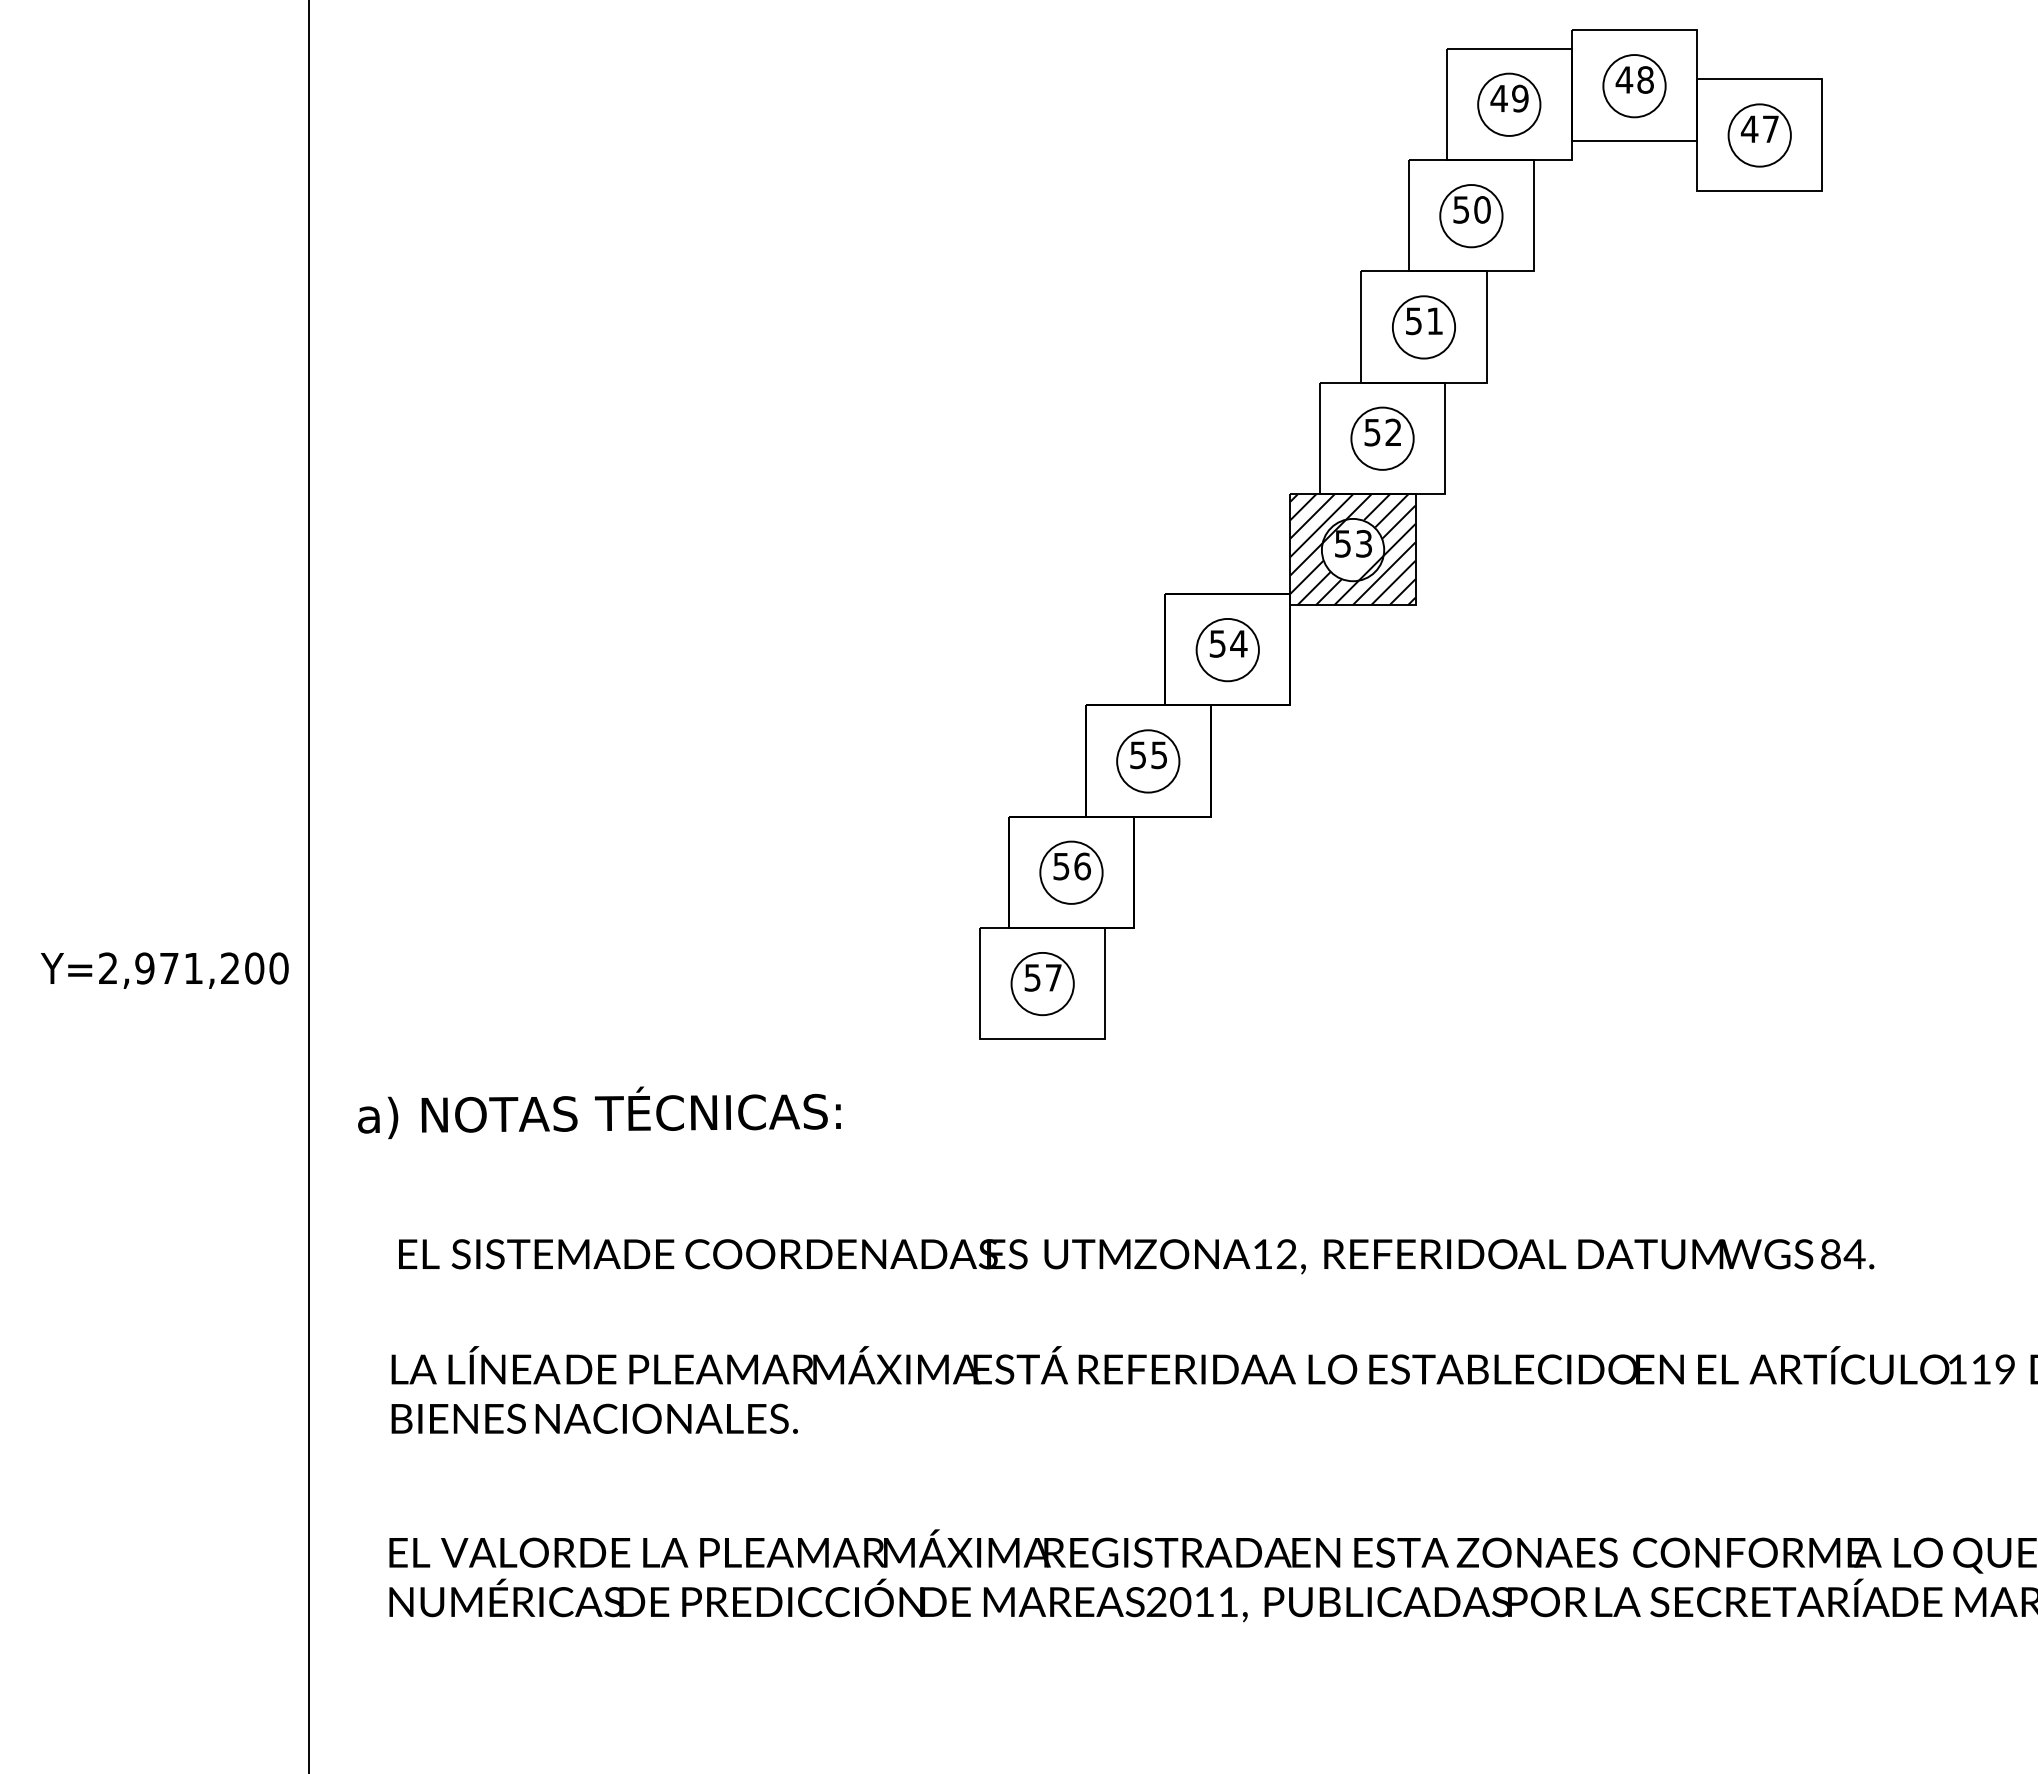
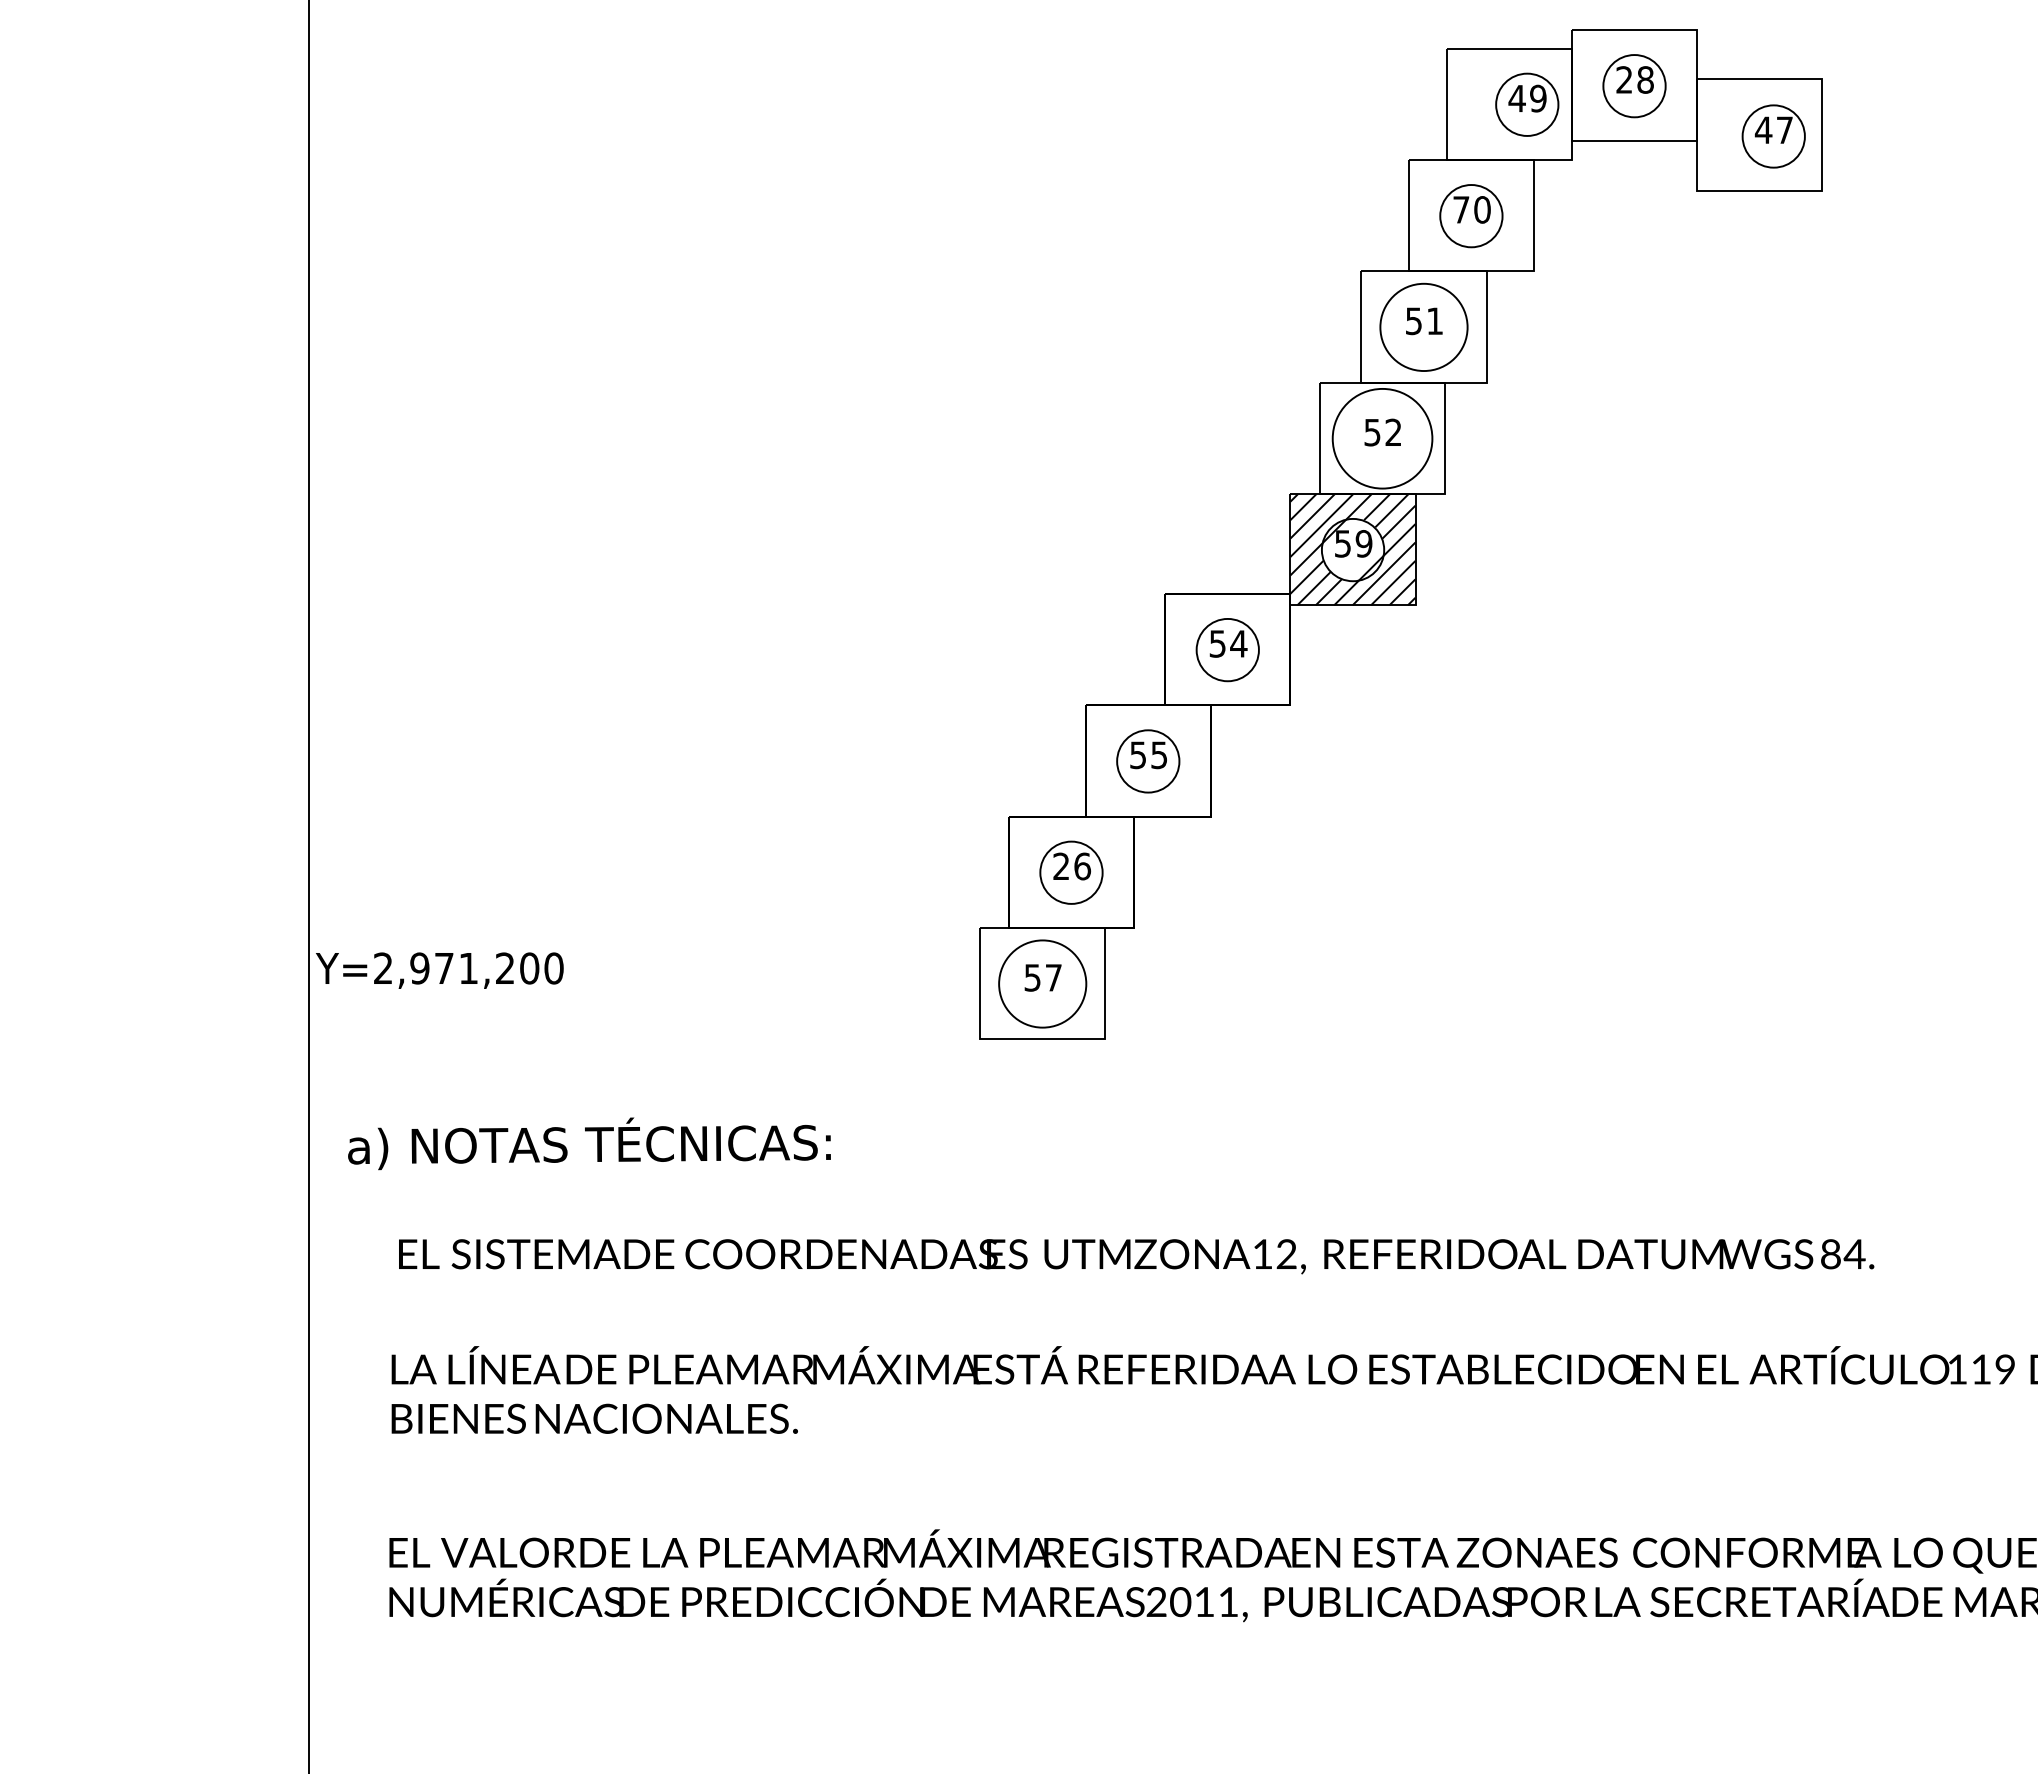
text at (1624, 79): 48 -> 28
part at (1509, 104) position: (1509, 104) -> (1527, 104)
part at (1759, 135) position: (1759, 135) -> (1773, 136)
text at (1461, 209): 50 -> 70
circle at (1423, 327) diameter: 62 px -> 87 px
circle at (1382, 438) diameter: 62 px -> 100 px
text at (1363, 543): 53 -> 59
text at (1061, 866): 56 -> 26
text at (164, 970) position: (164, 970) -> (439, 970)
circle at (1042, 983) diameter: 62 px -> 87 px
text at (599, 1112) position: (599, 1112) -> (589, 1143)
